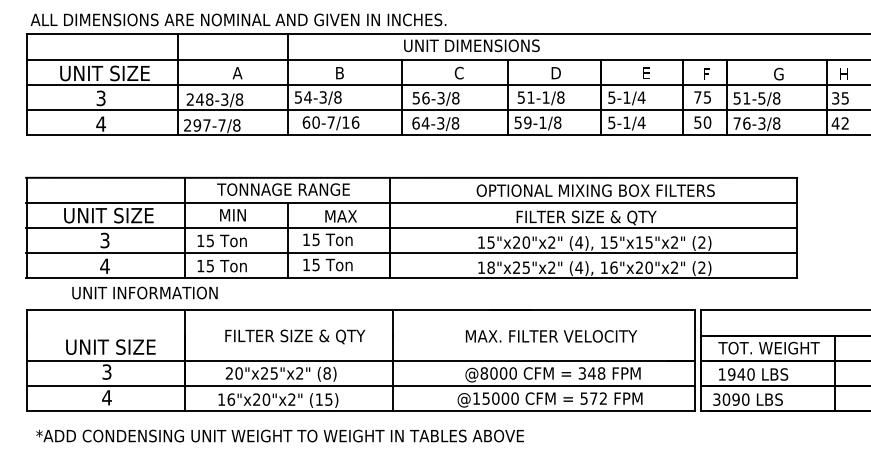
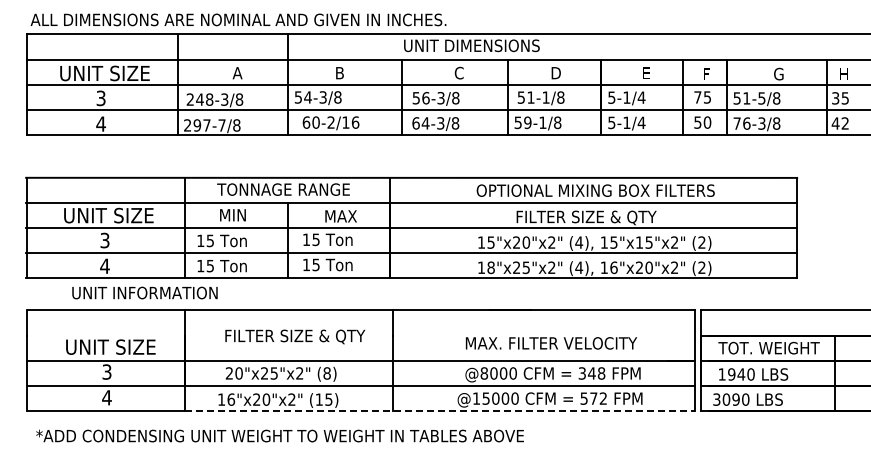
text at (330, 122): 60-7/16 -> 60-2/16
text at (551, 336) position: (551, 336) -> (551, 343)
line at (439, 411): solid -> dashed
